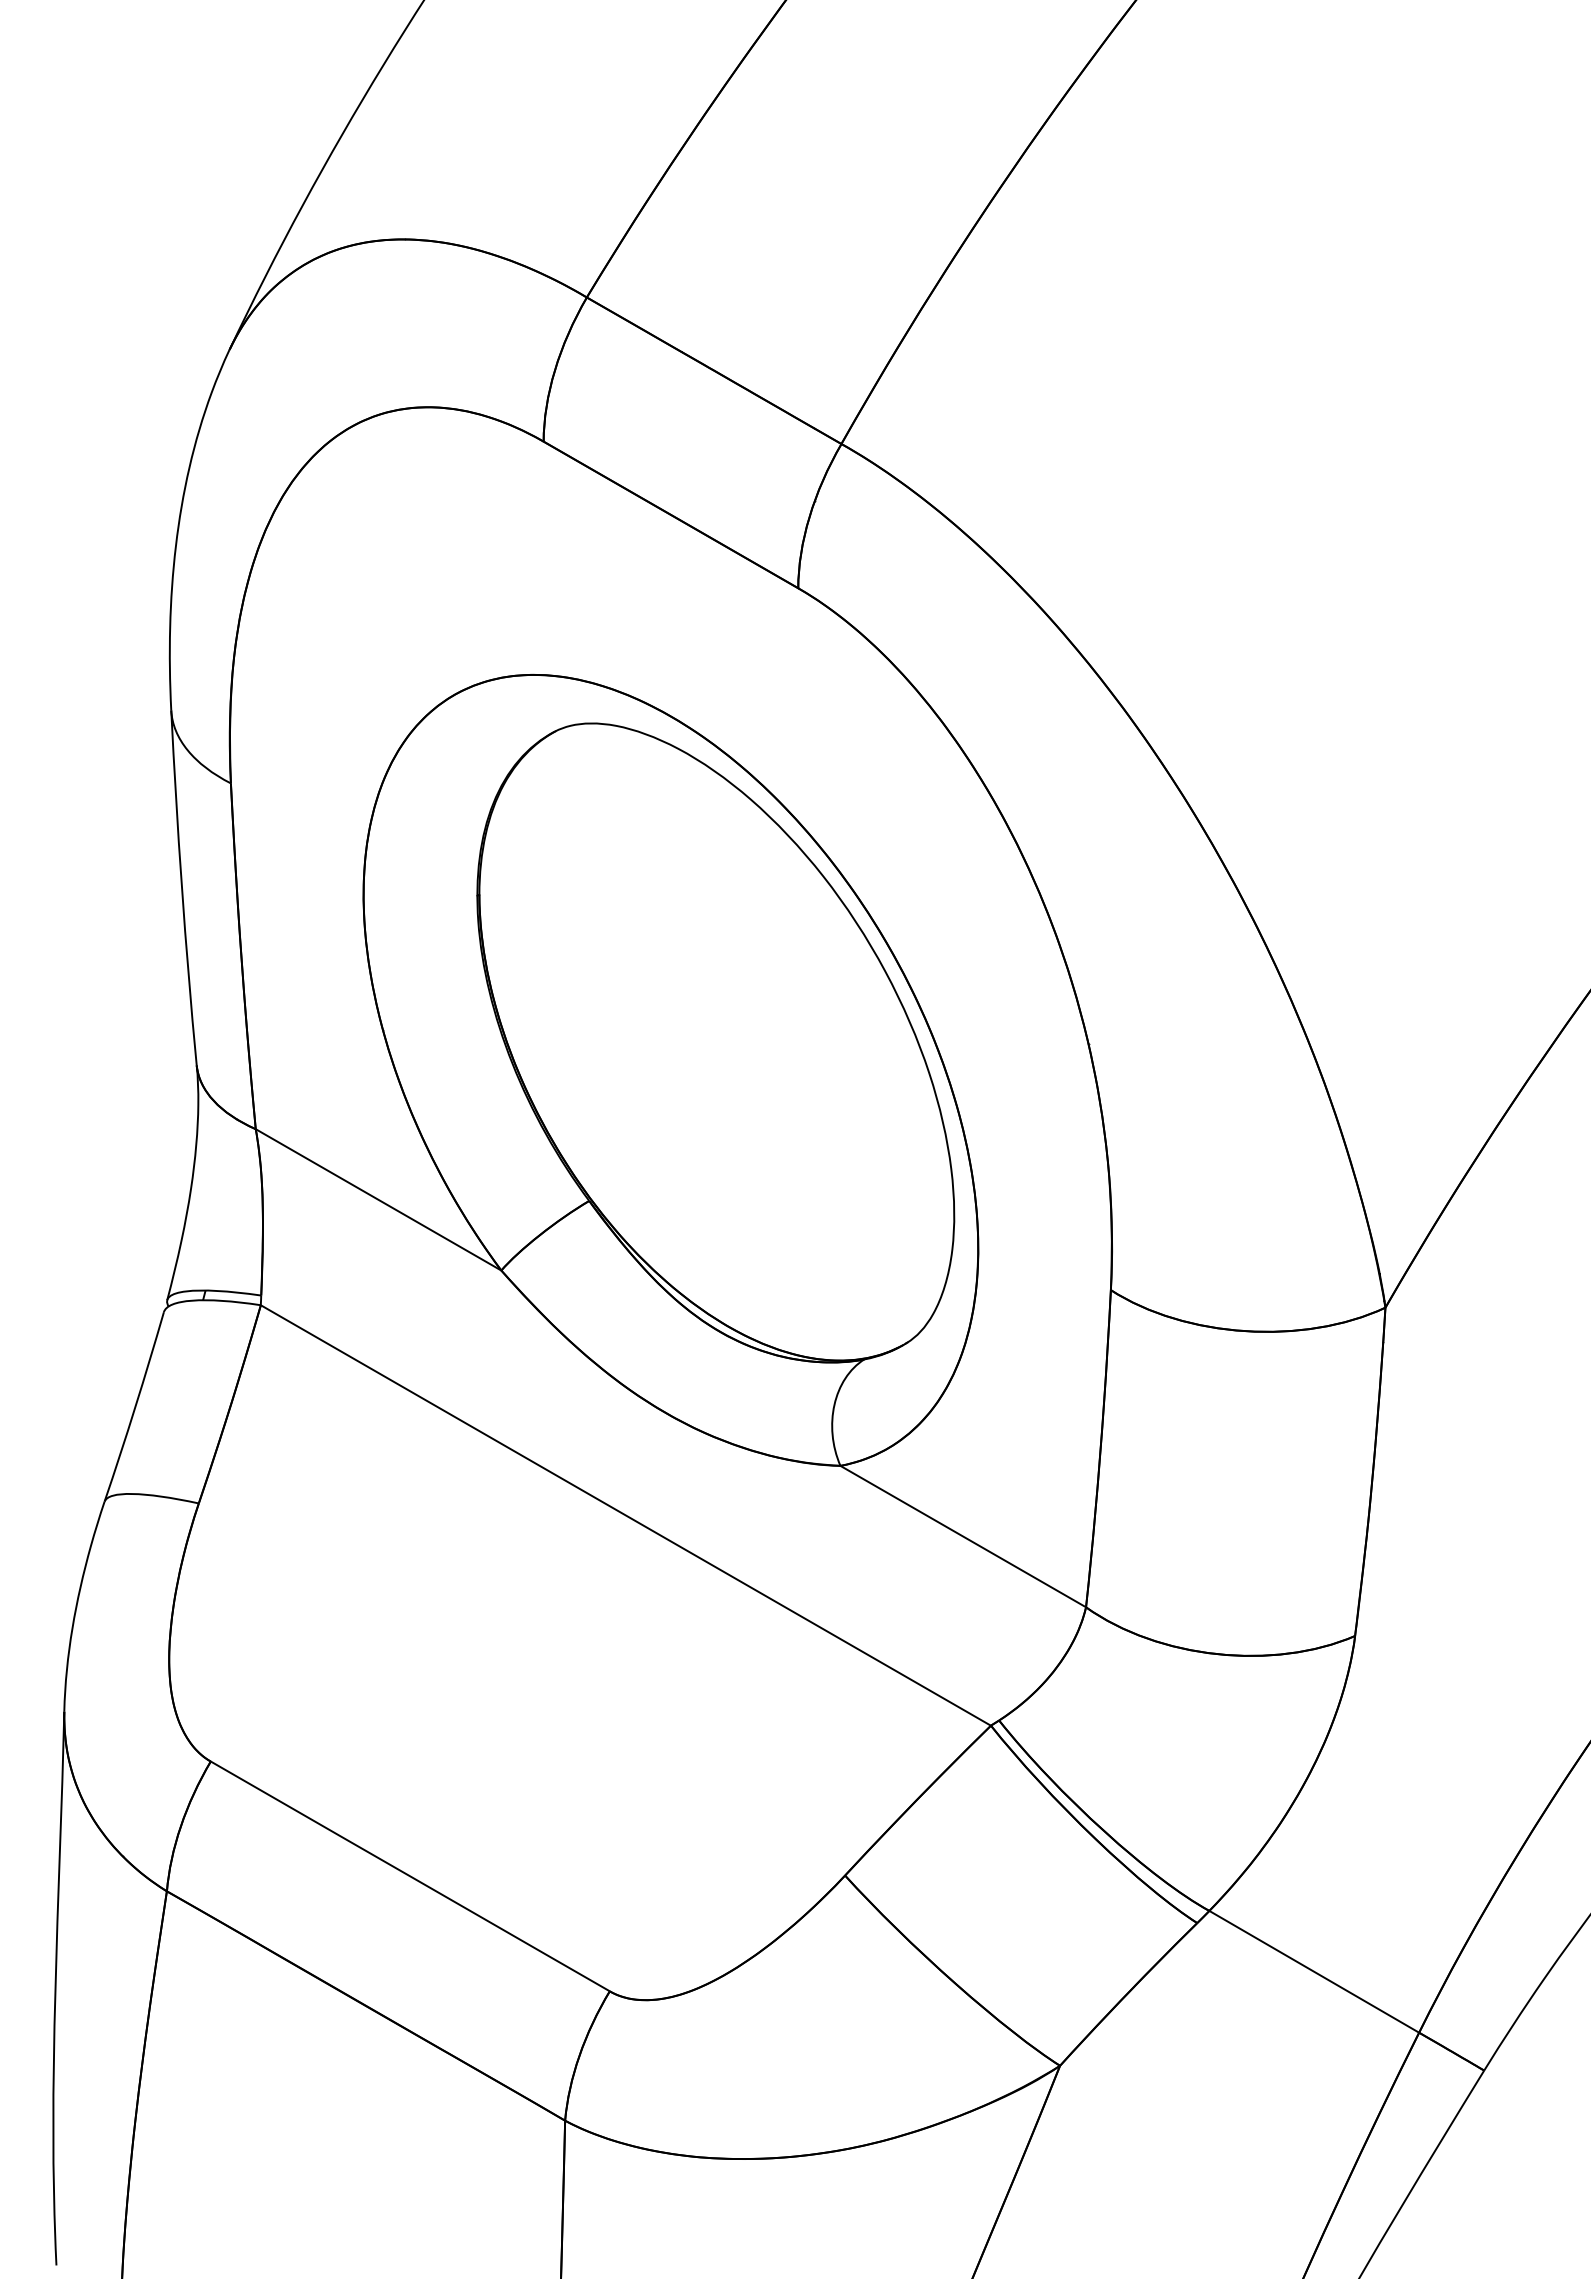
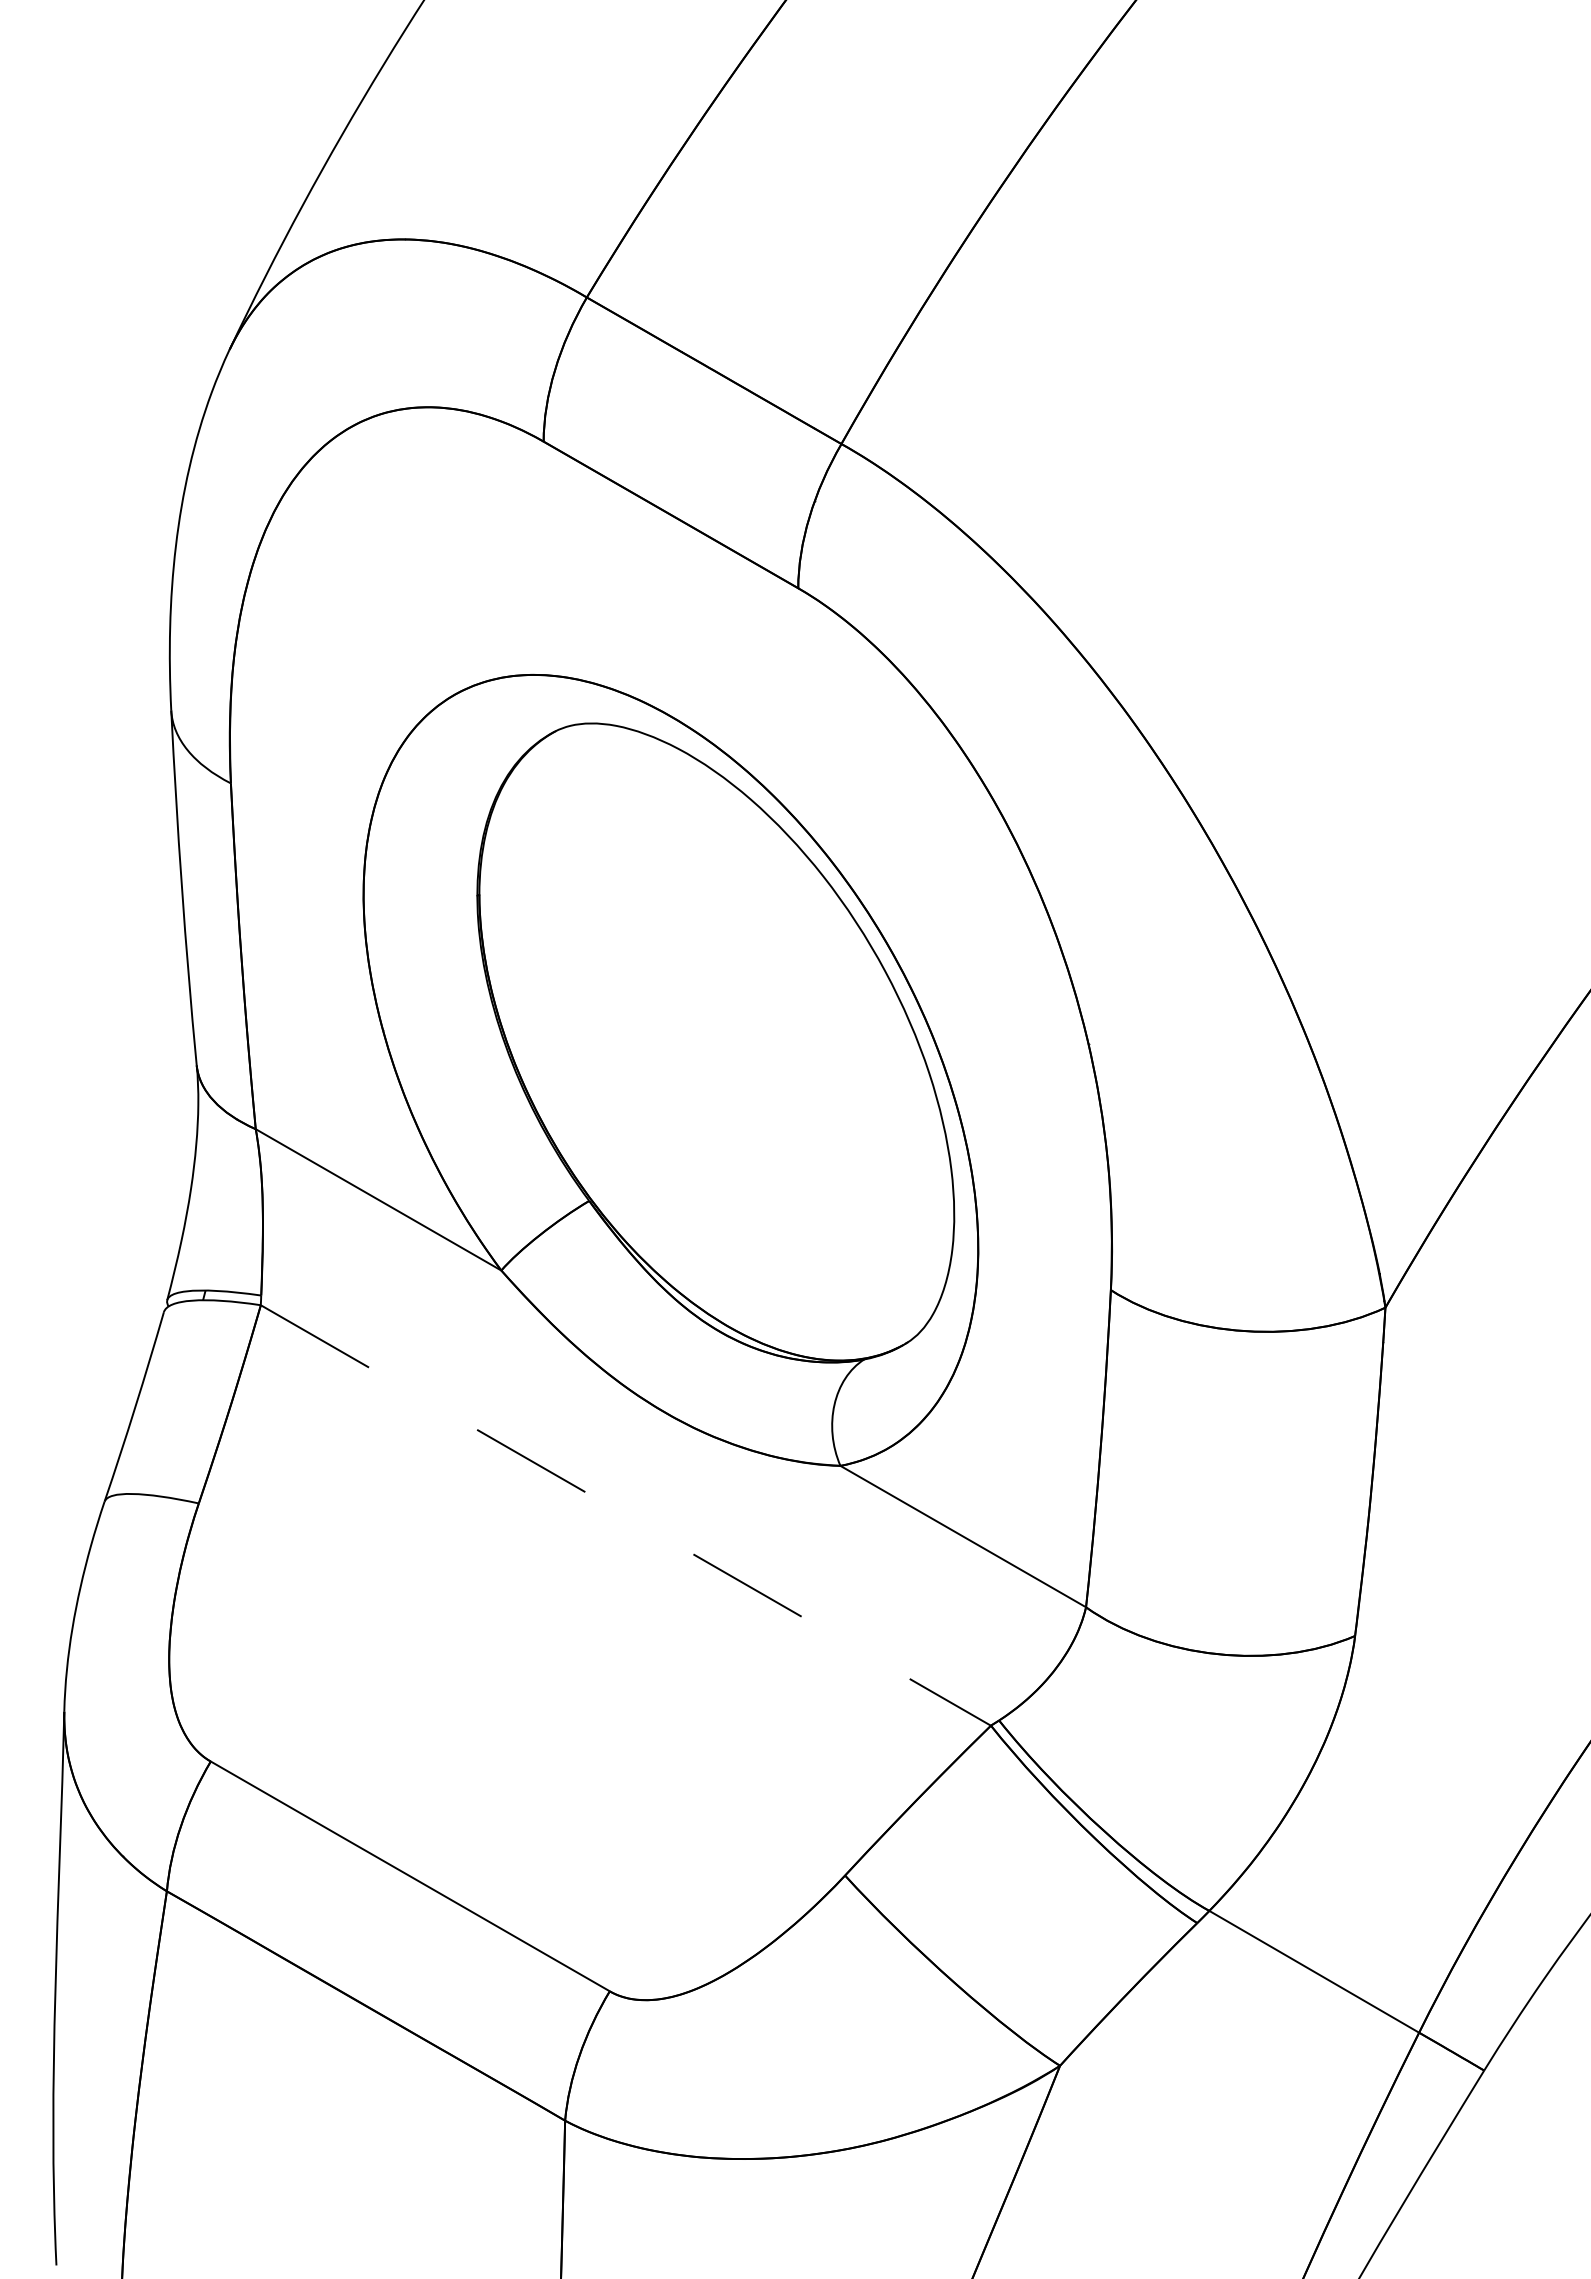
line at (626, 1515): solid -> dashed
